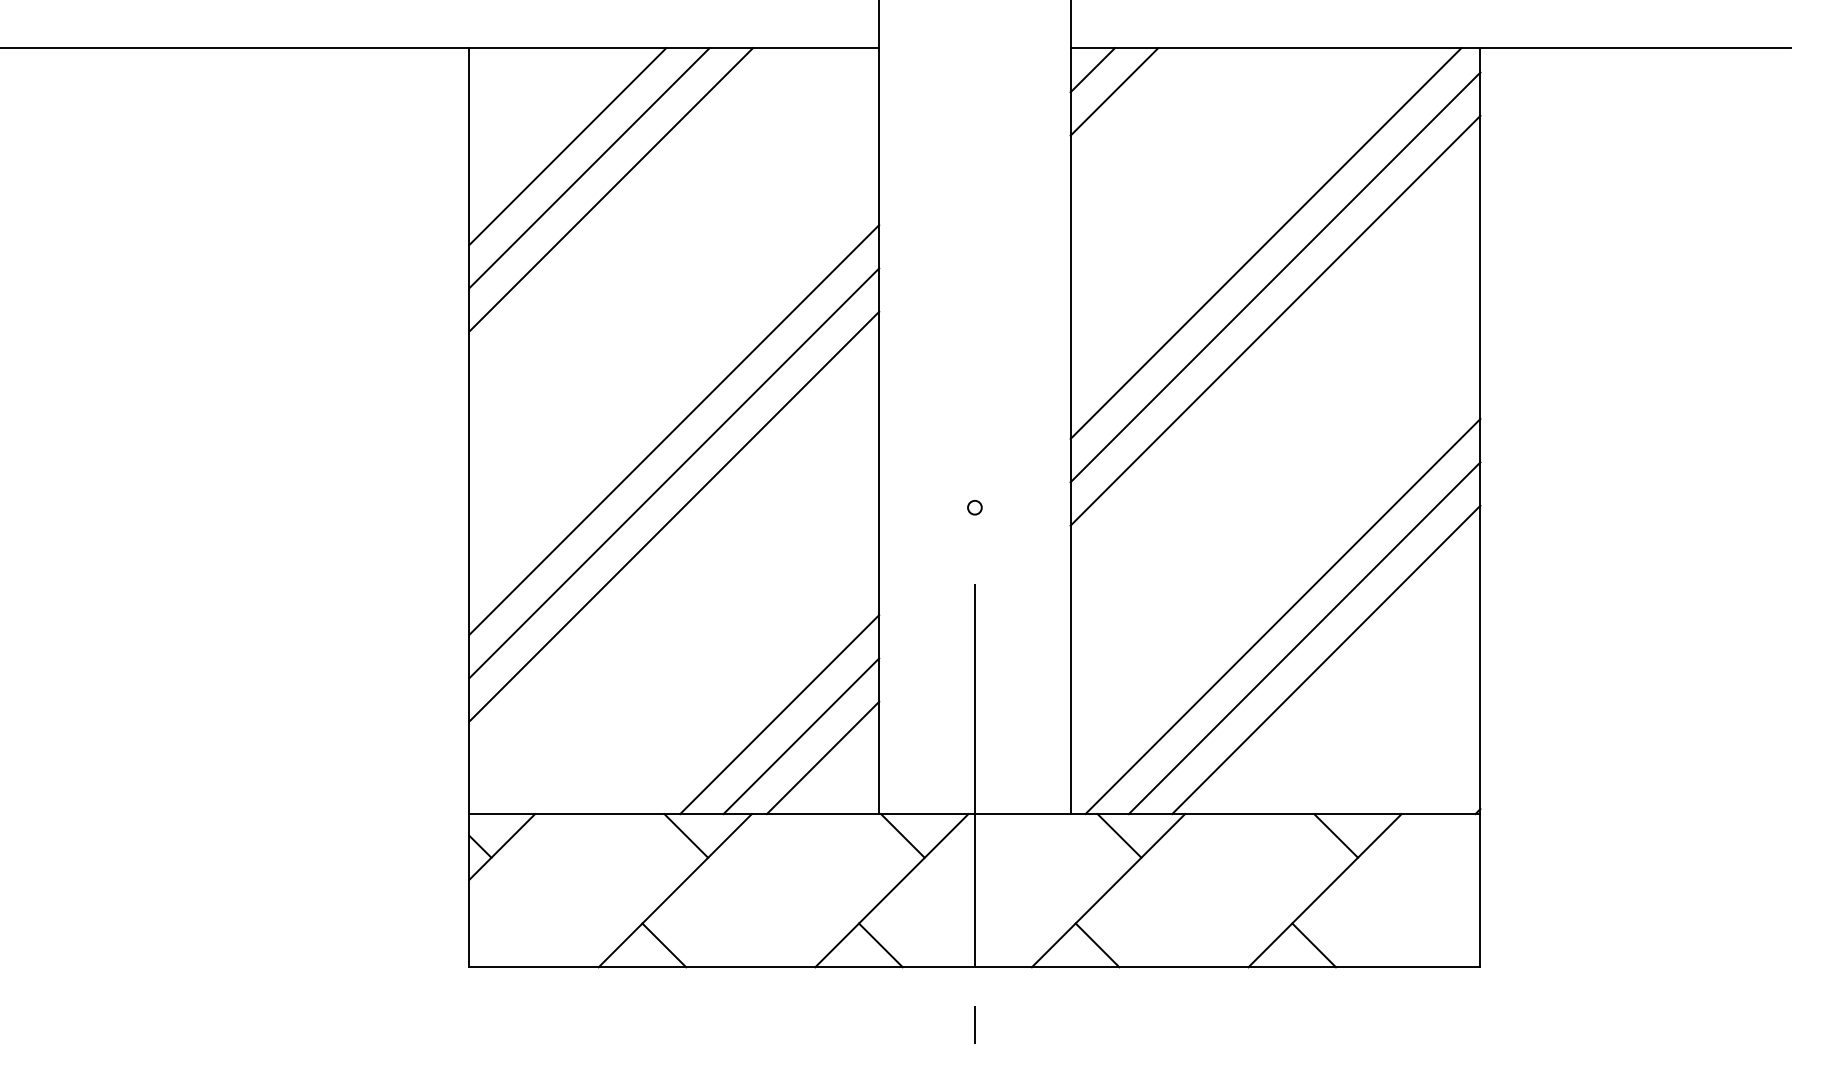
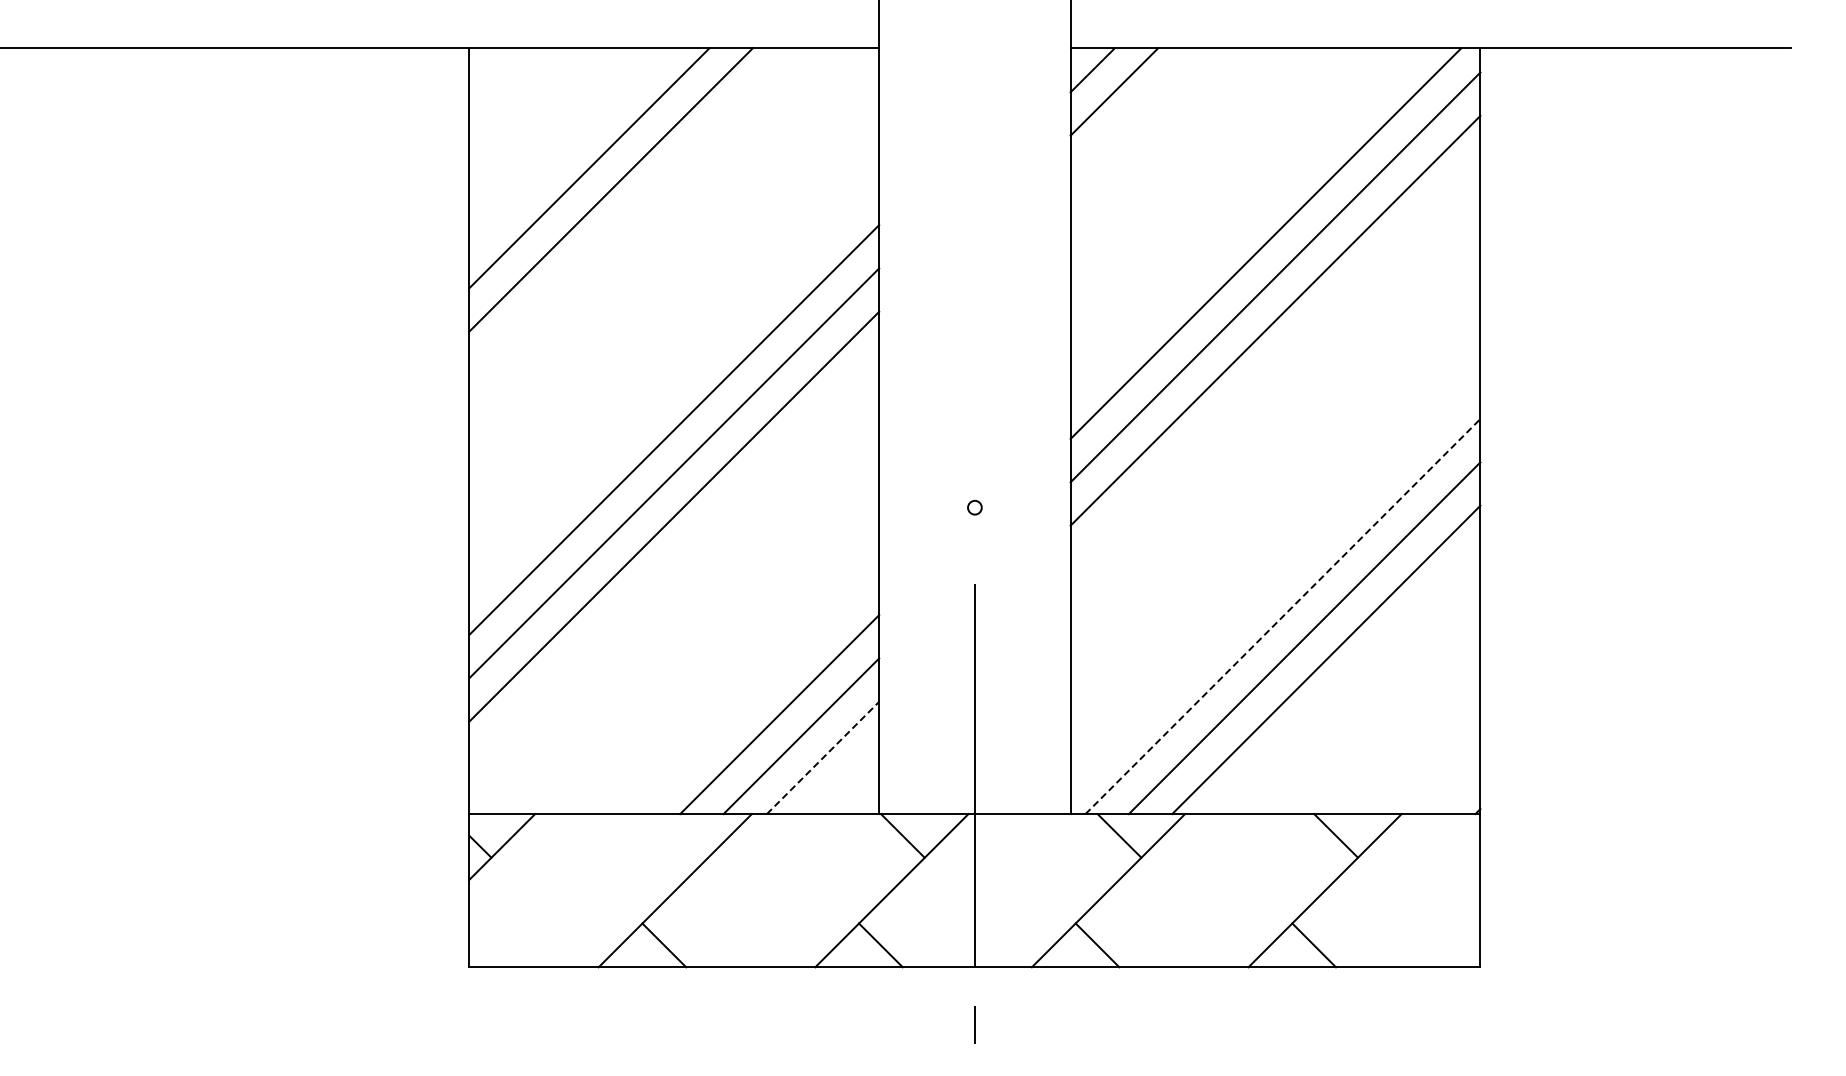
line at (567, 146): present -> none
line at (1283, 616): solid -> dashed
line at (823, 757): solid -> dashed
line at (686, 835): present -> none
